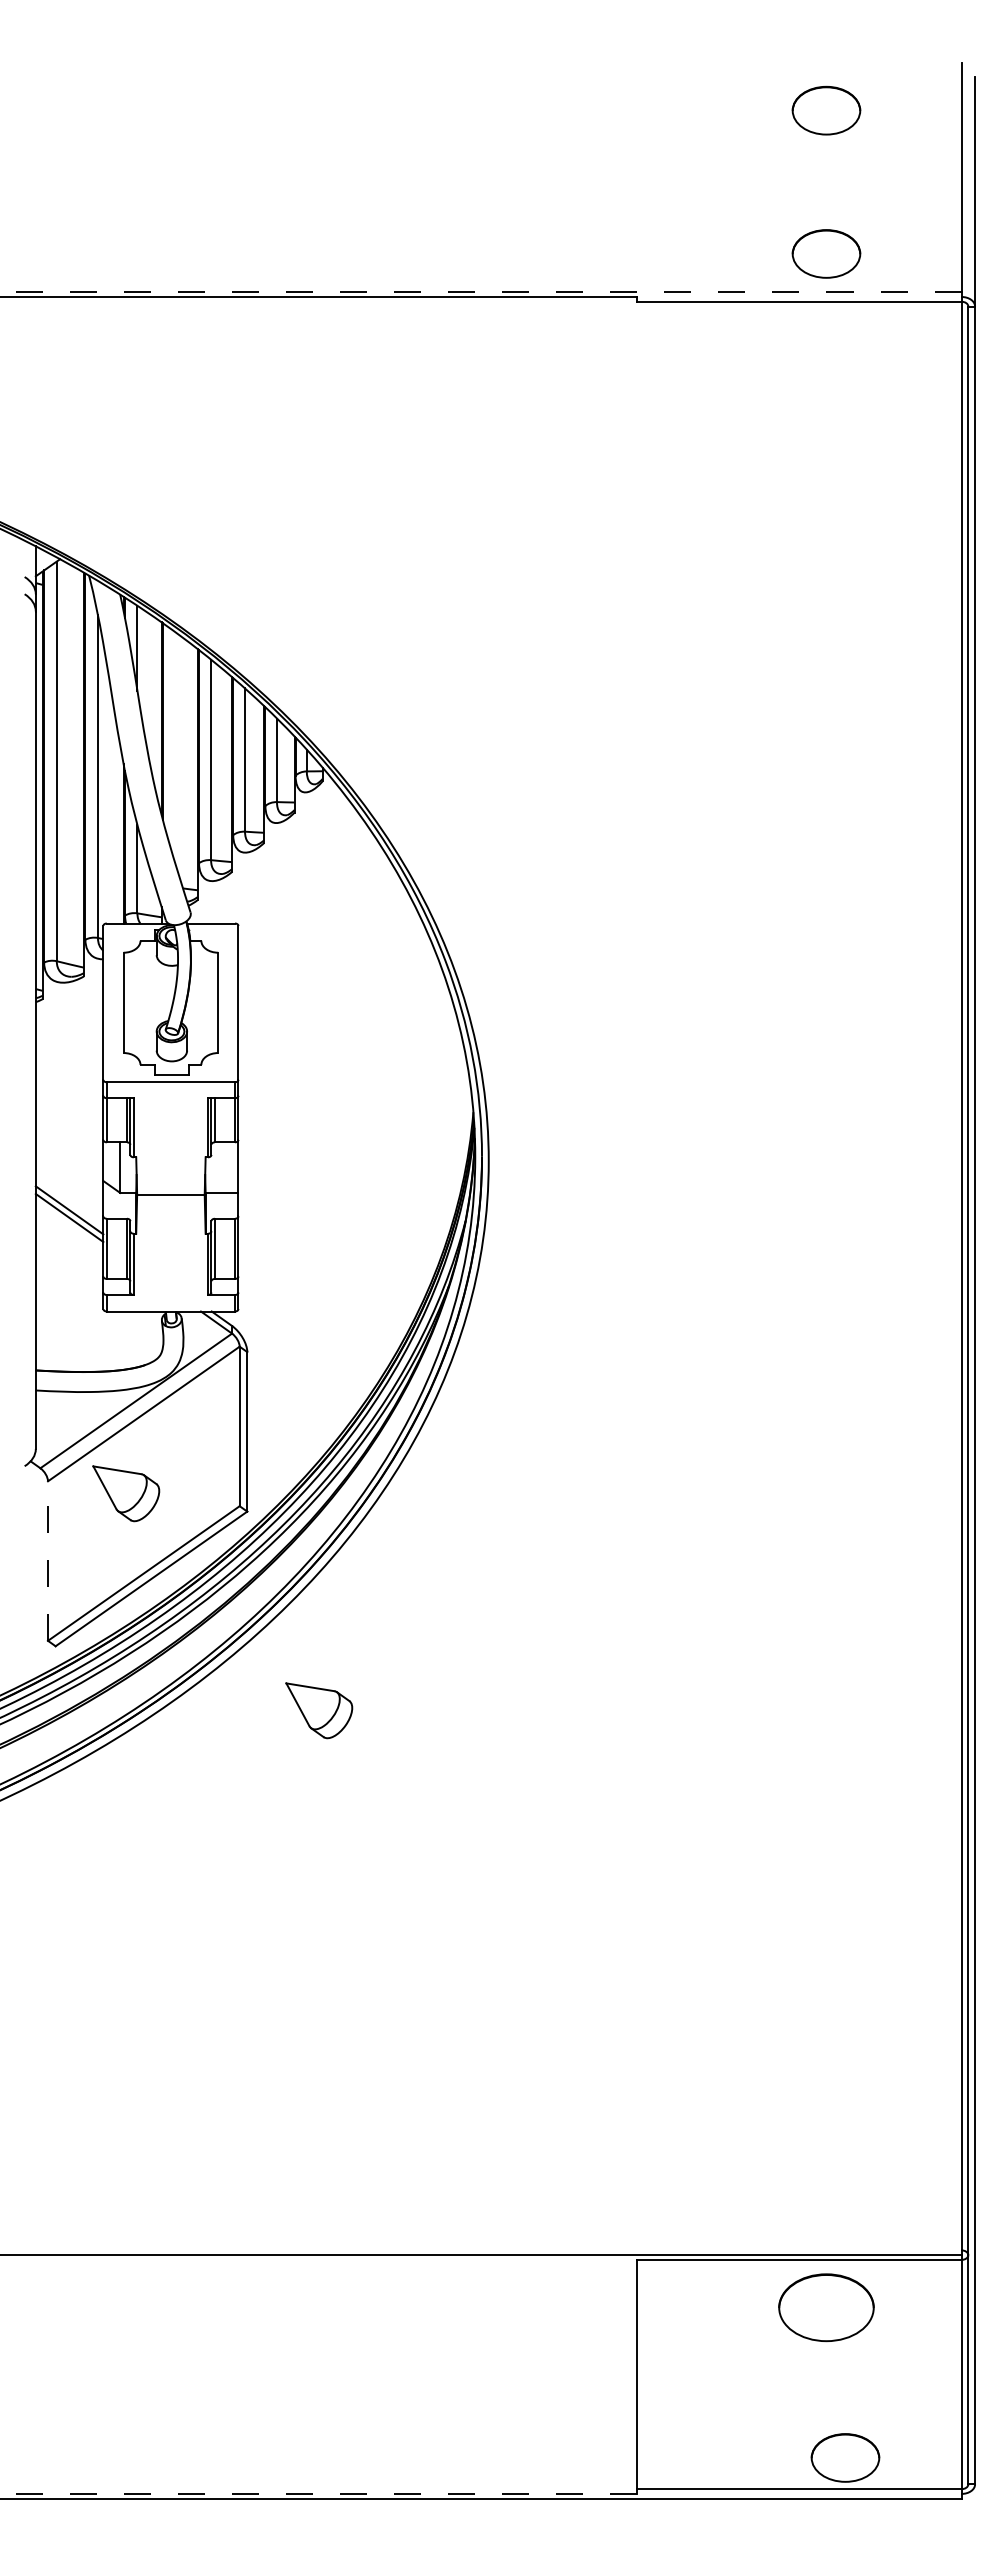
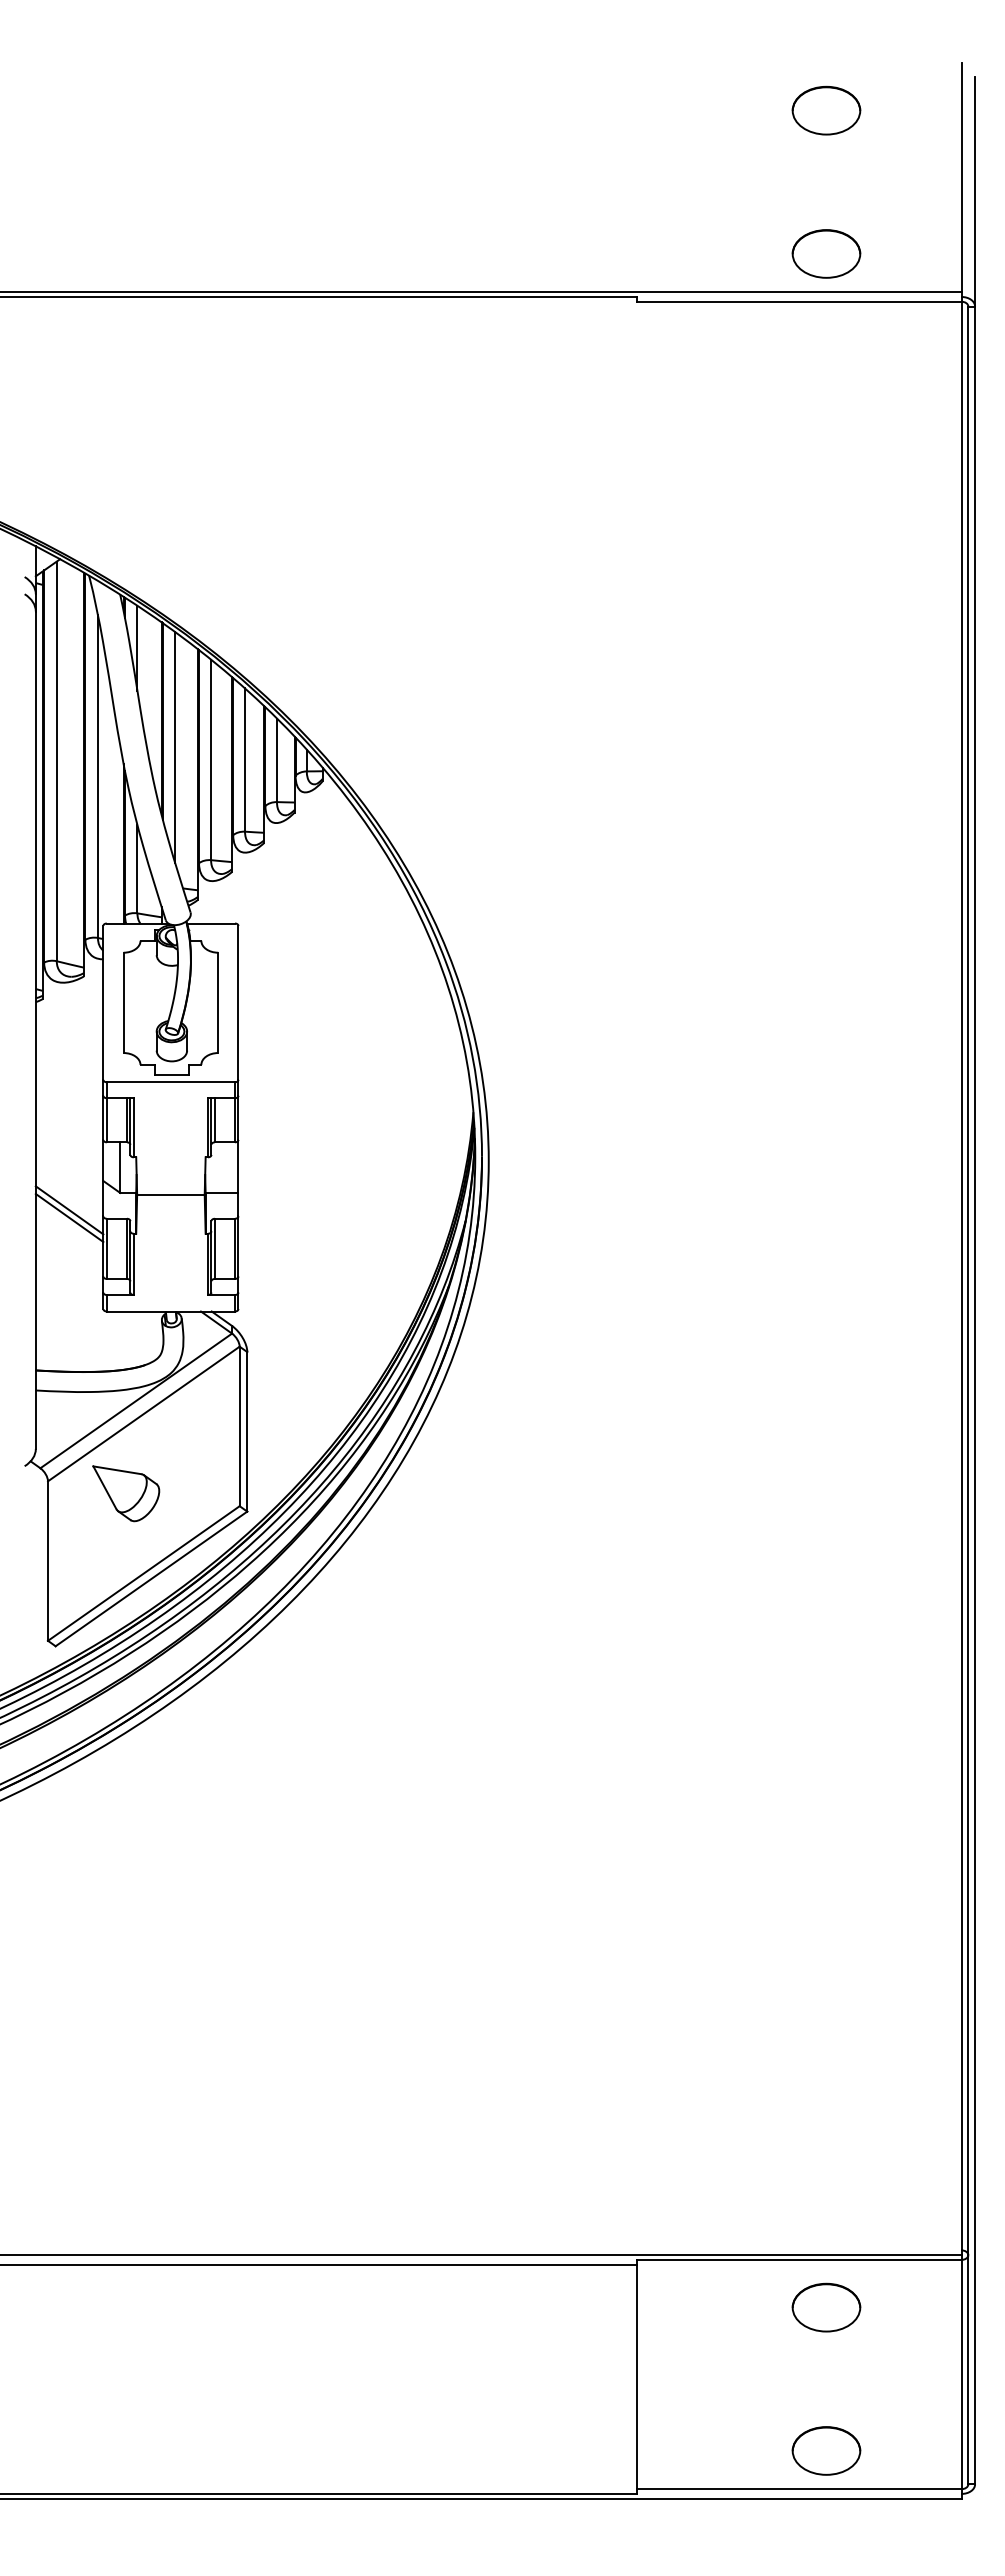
line at (480, 292): dashed -> solid
line at (175, 747): none -> present
line at (48, 1561): dashed -> solid
part at (319, 1710): present -> none
line at (319, 2264): none -> present
part at (826, 2307) size: 97x70 px -> 71x51 px
part at (845, 2457) position: (845, 2457) -> (826, 2450)
line at (319, 2493): dashed -> solid
